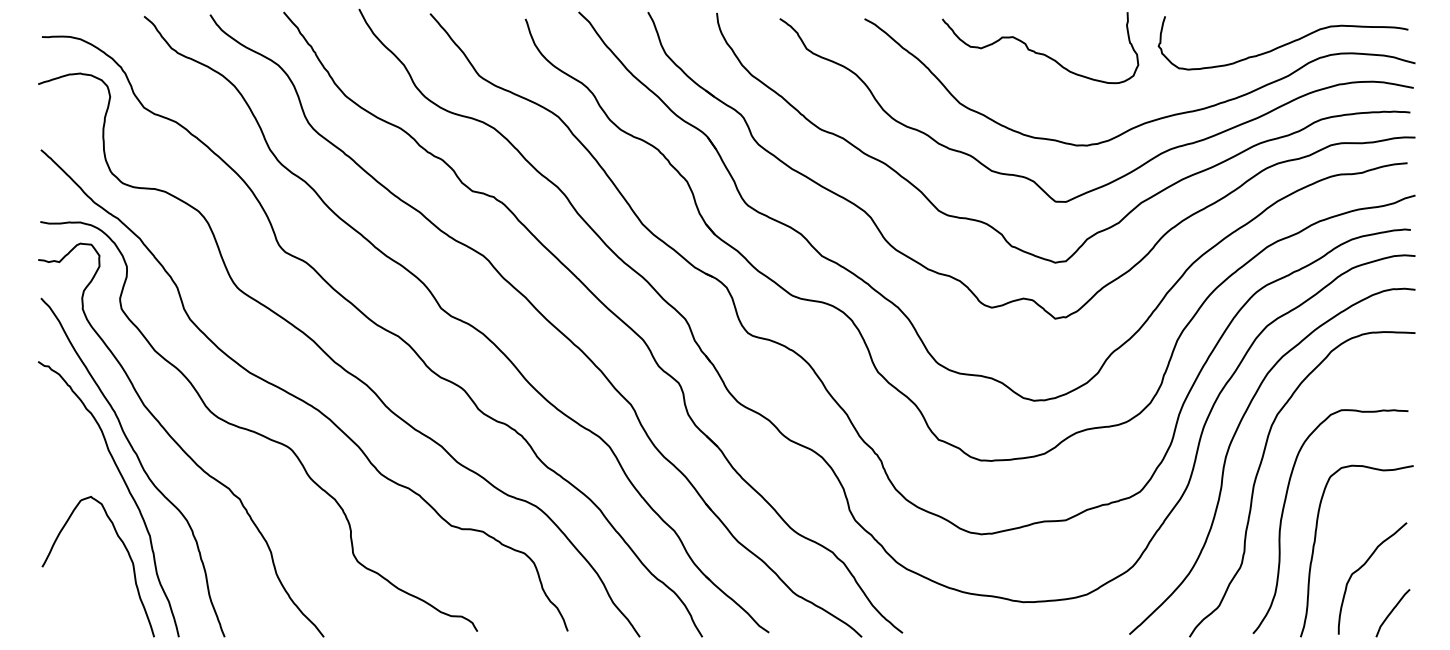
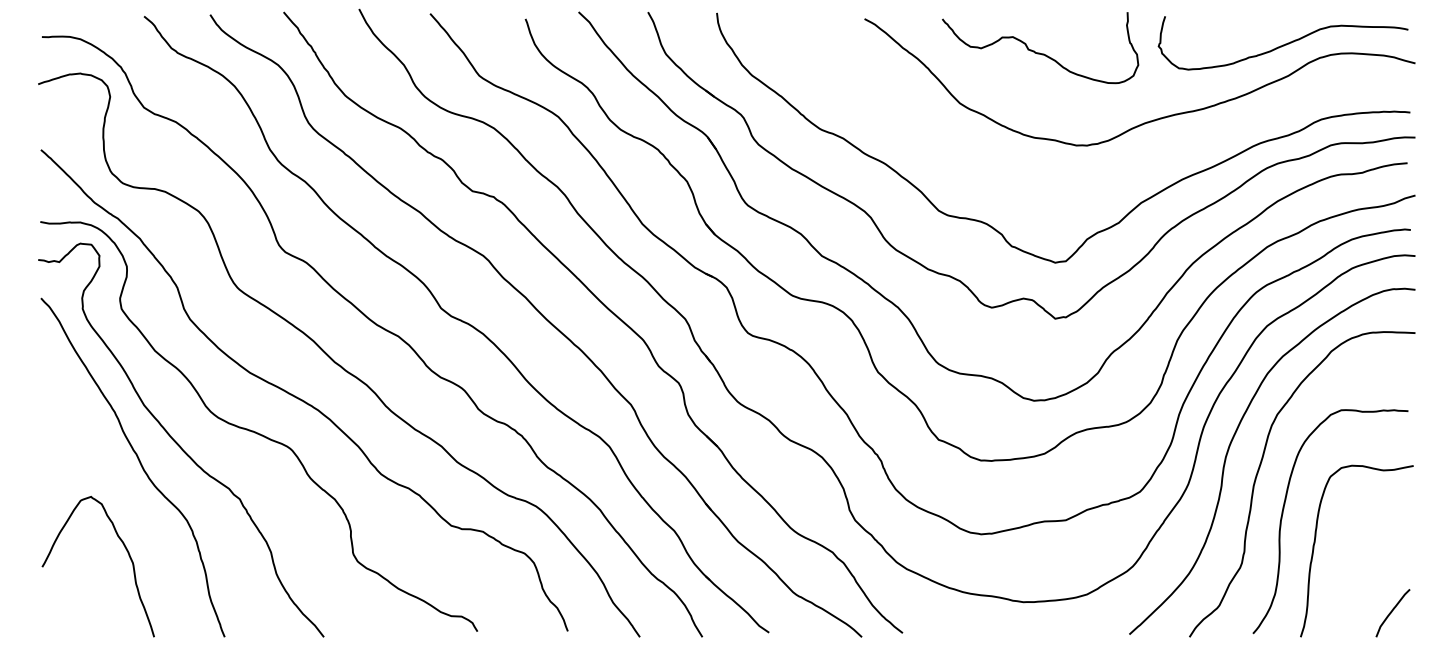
curve at (1131, 170): present -> none
curve at (128, 492): present -> none
curve at (1362, 567): present -> none
